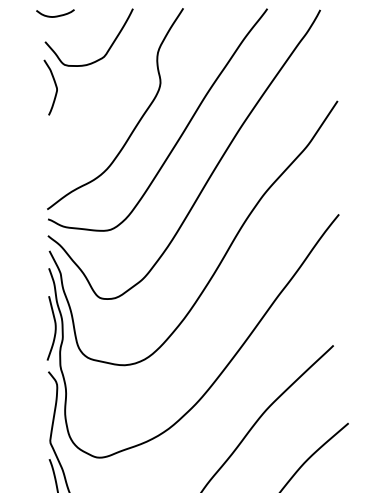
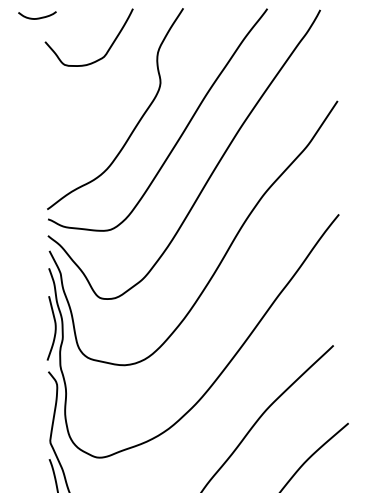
curve at (55, 15) position: (55, 15) -> (37, 17)
curve at (54, 84): present -> none
